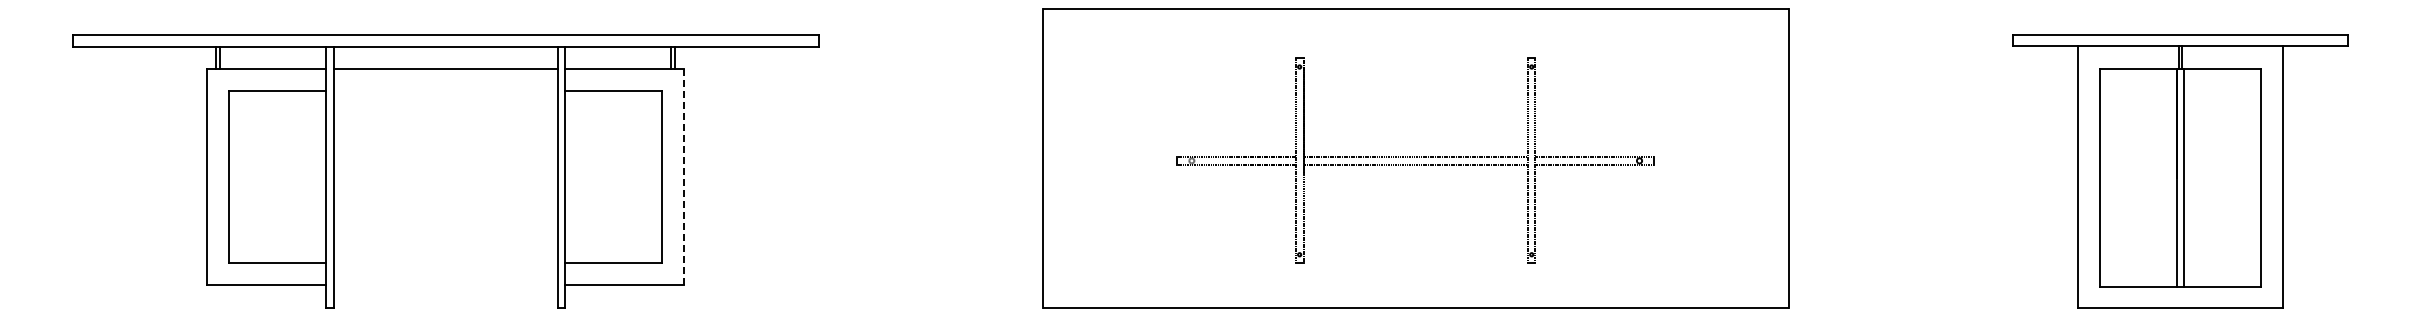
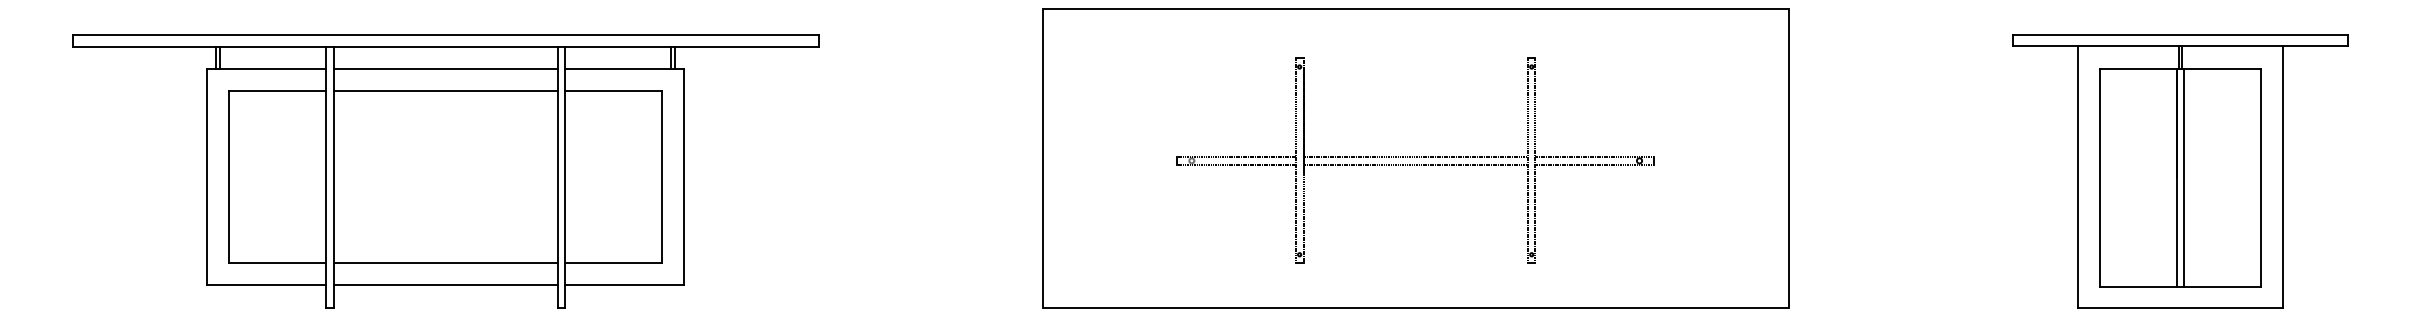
line at (445, 91): none -> present
line at (684, 177): dashed -> solid
line at (445, 262): none -> present
line at (445, 285): none -> present
